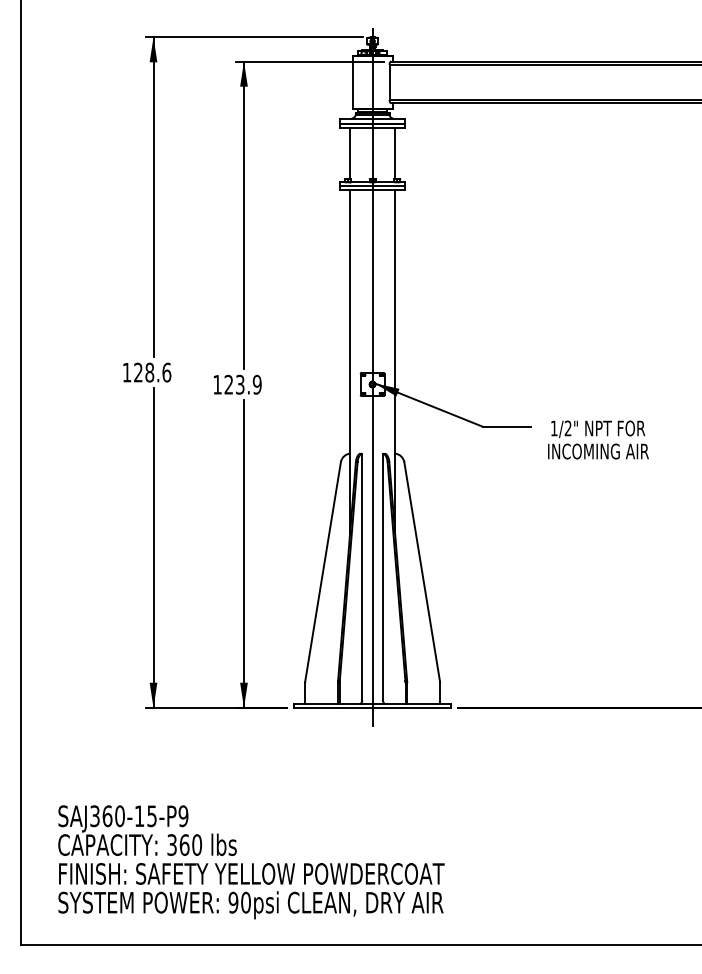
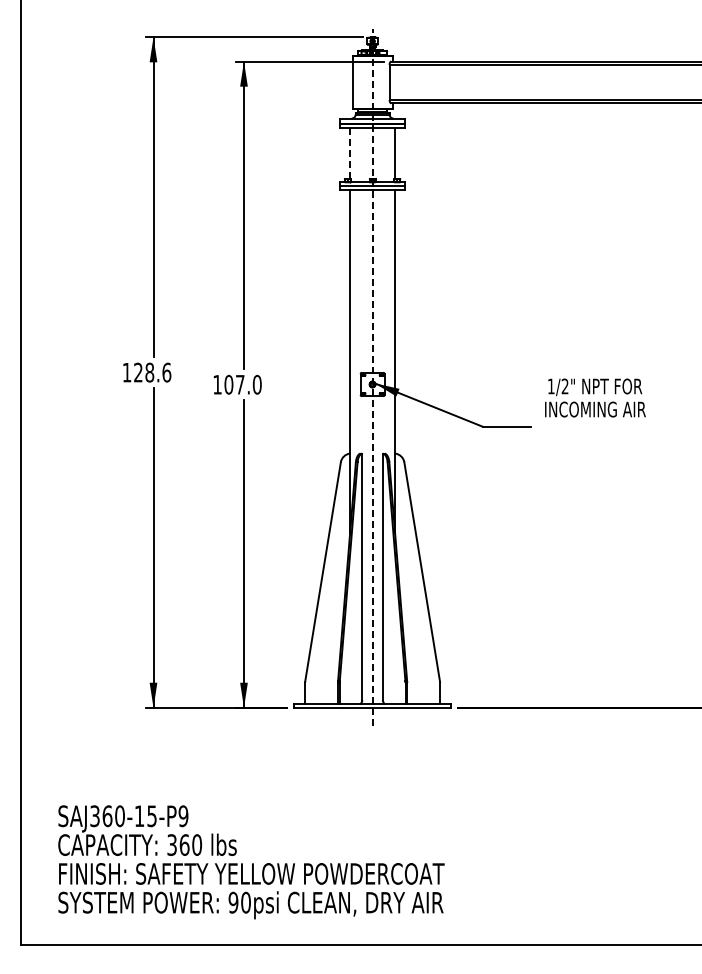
line at (350, 153): solid -> dashed
line at (372, 377): solid -> dashed
text at (242, 384): 123.9 -> 107.0
text at (598, 439) position: (598, 439) -> (595, 397)
